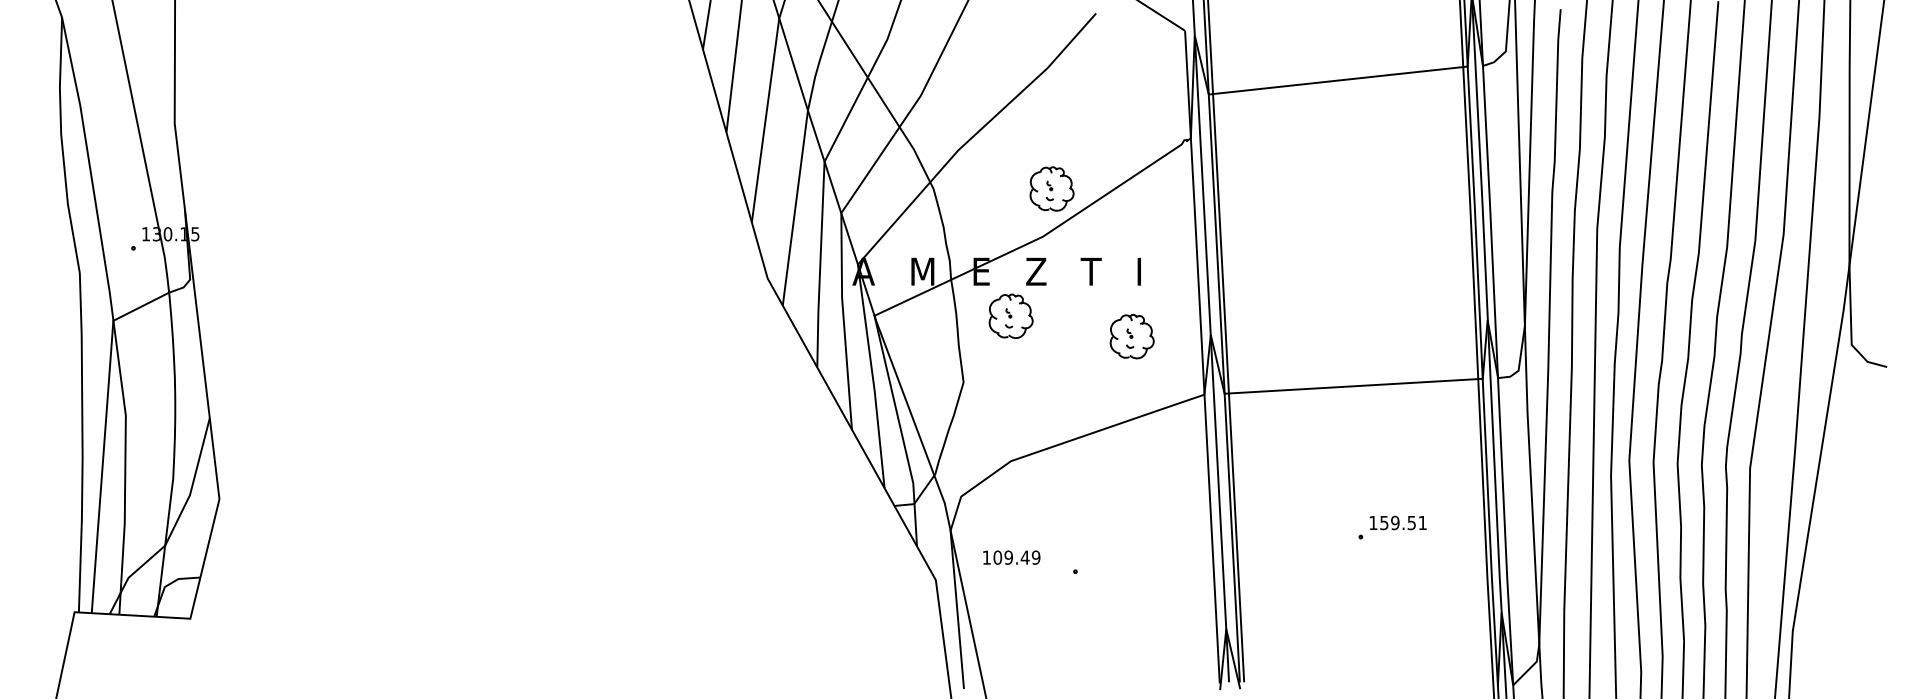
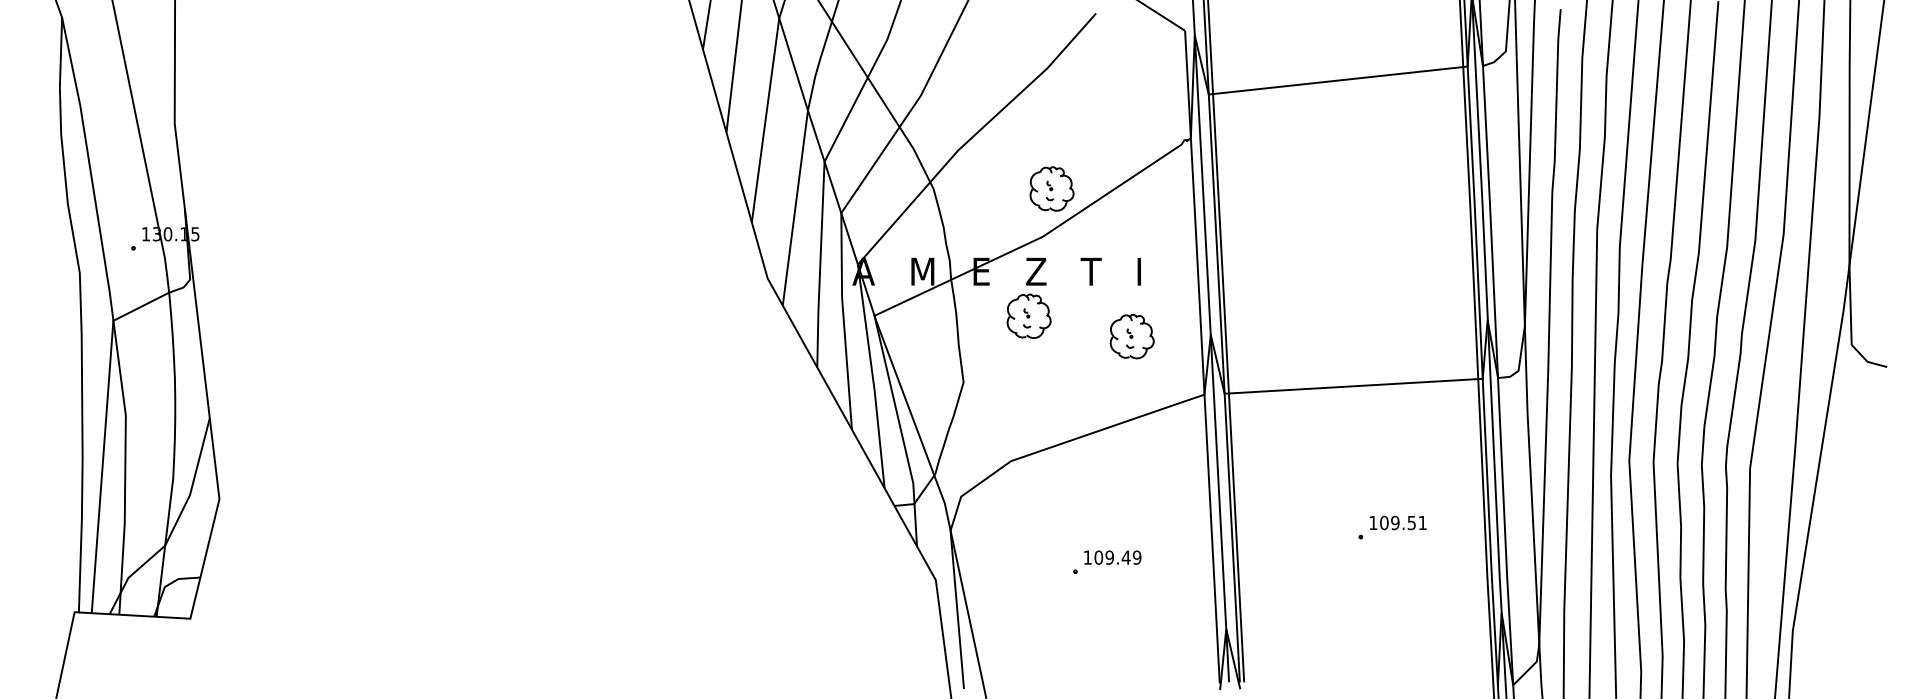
part at (1010, 315) position: (1010, 315) -> (1028, 315)
text at (1384, 522): 159.51 -> 109.51
text at (1011, 557) position: (1011, 557) -> (1112, 557)
